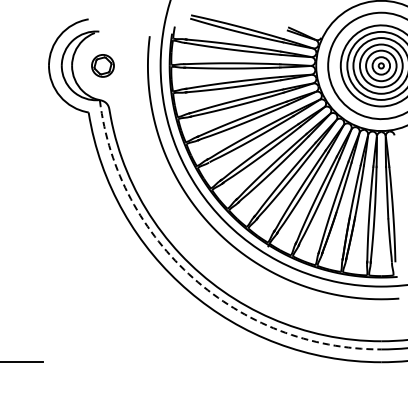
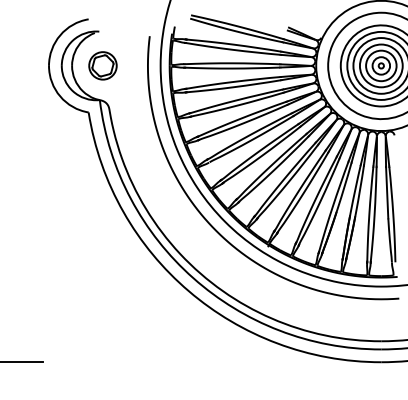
part at (102, 65) size: 24x24 px -> 30x30 px
arc at (193, 278): dashed -> solid
